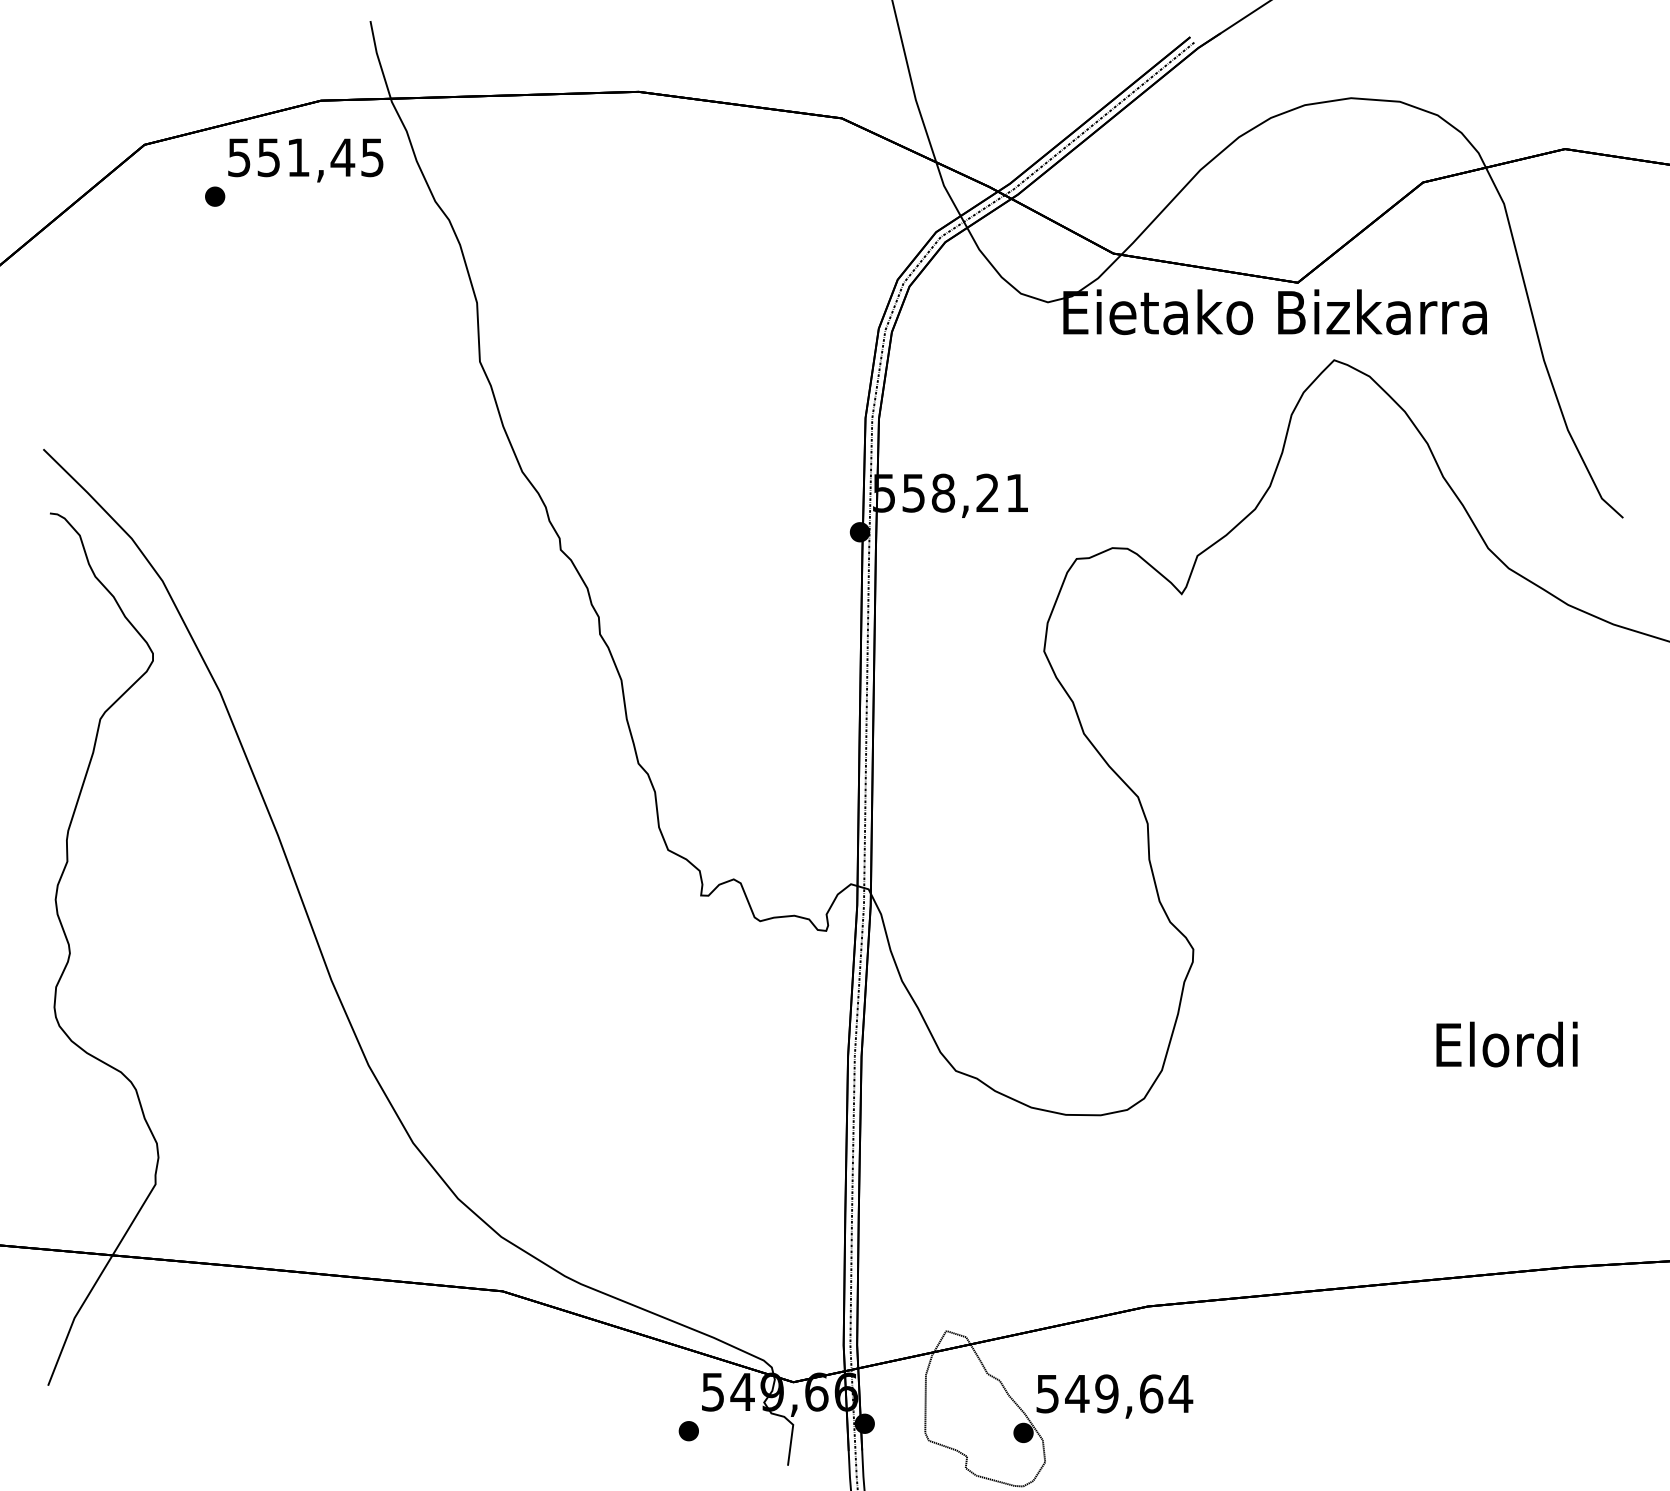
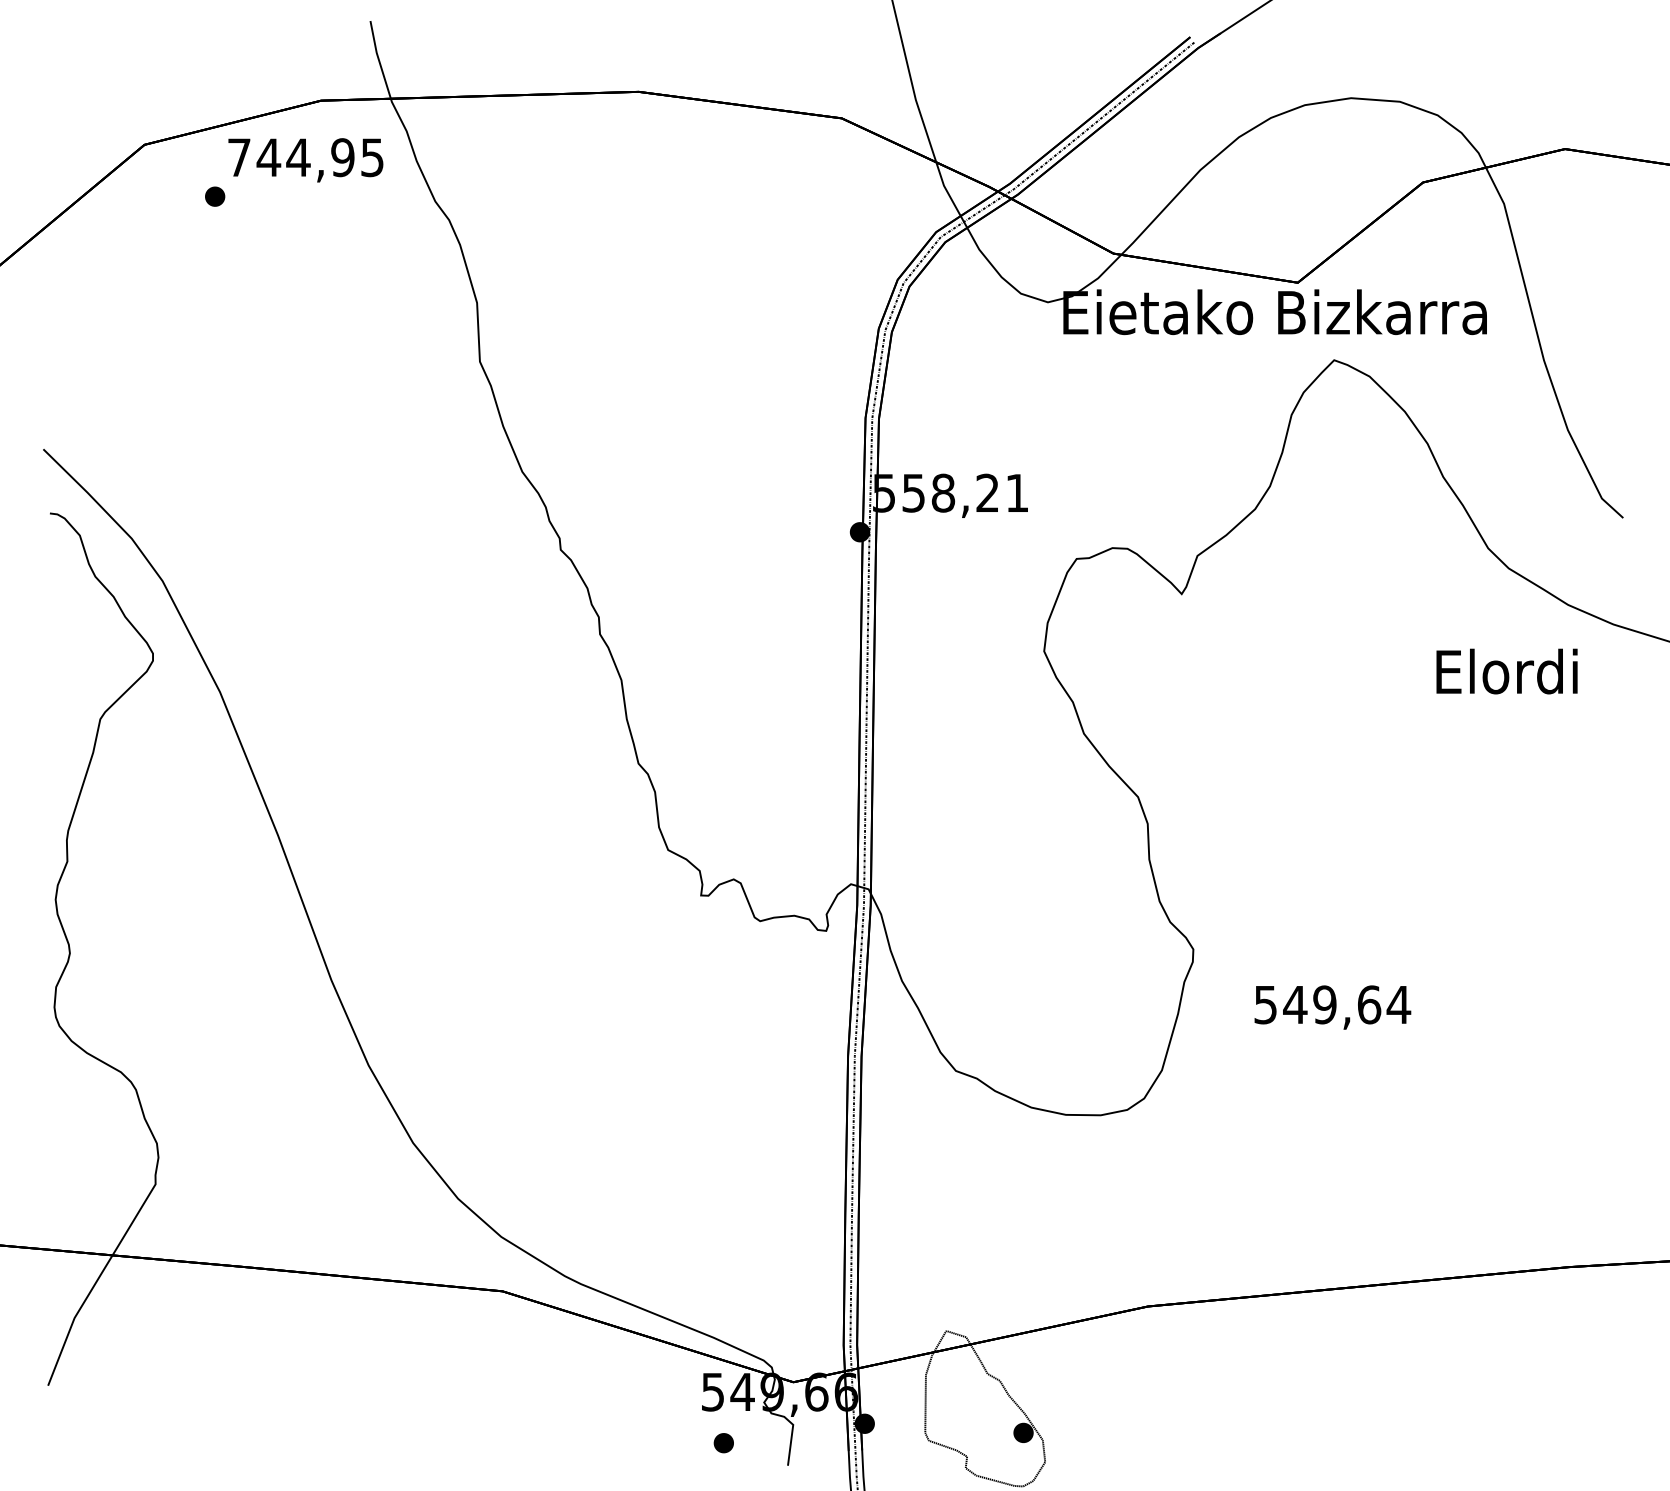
text at (291, 157): 551,45 -> 744,95
text at (1506, 1044) position: (1506, 1044) -> (1506, 671)
text at (1114, 1396) position: (1114, 1396) -> (1332, 1007)
part at (688, 1431) position: (688, 1431) -> (723, 1443)
